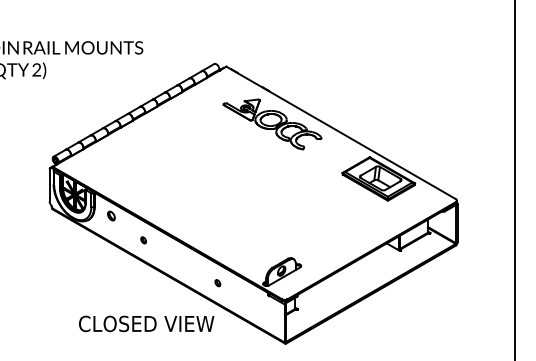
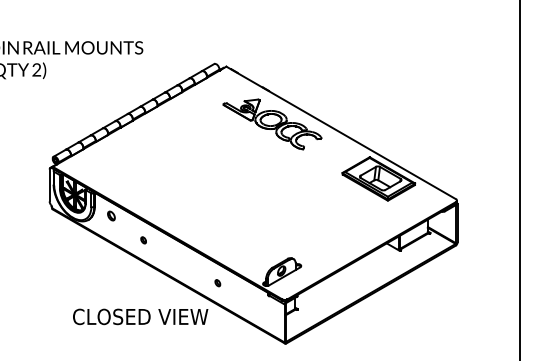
line at (514, 179) position: (514, 179) -> (519, 179)
text at (146, 323) position: (146, 323) -> (140, 316)
